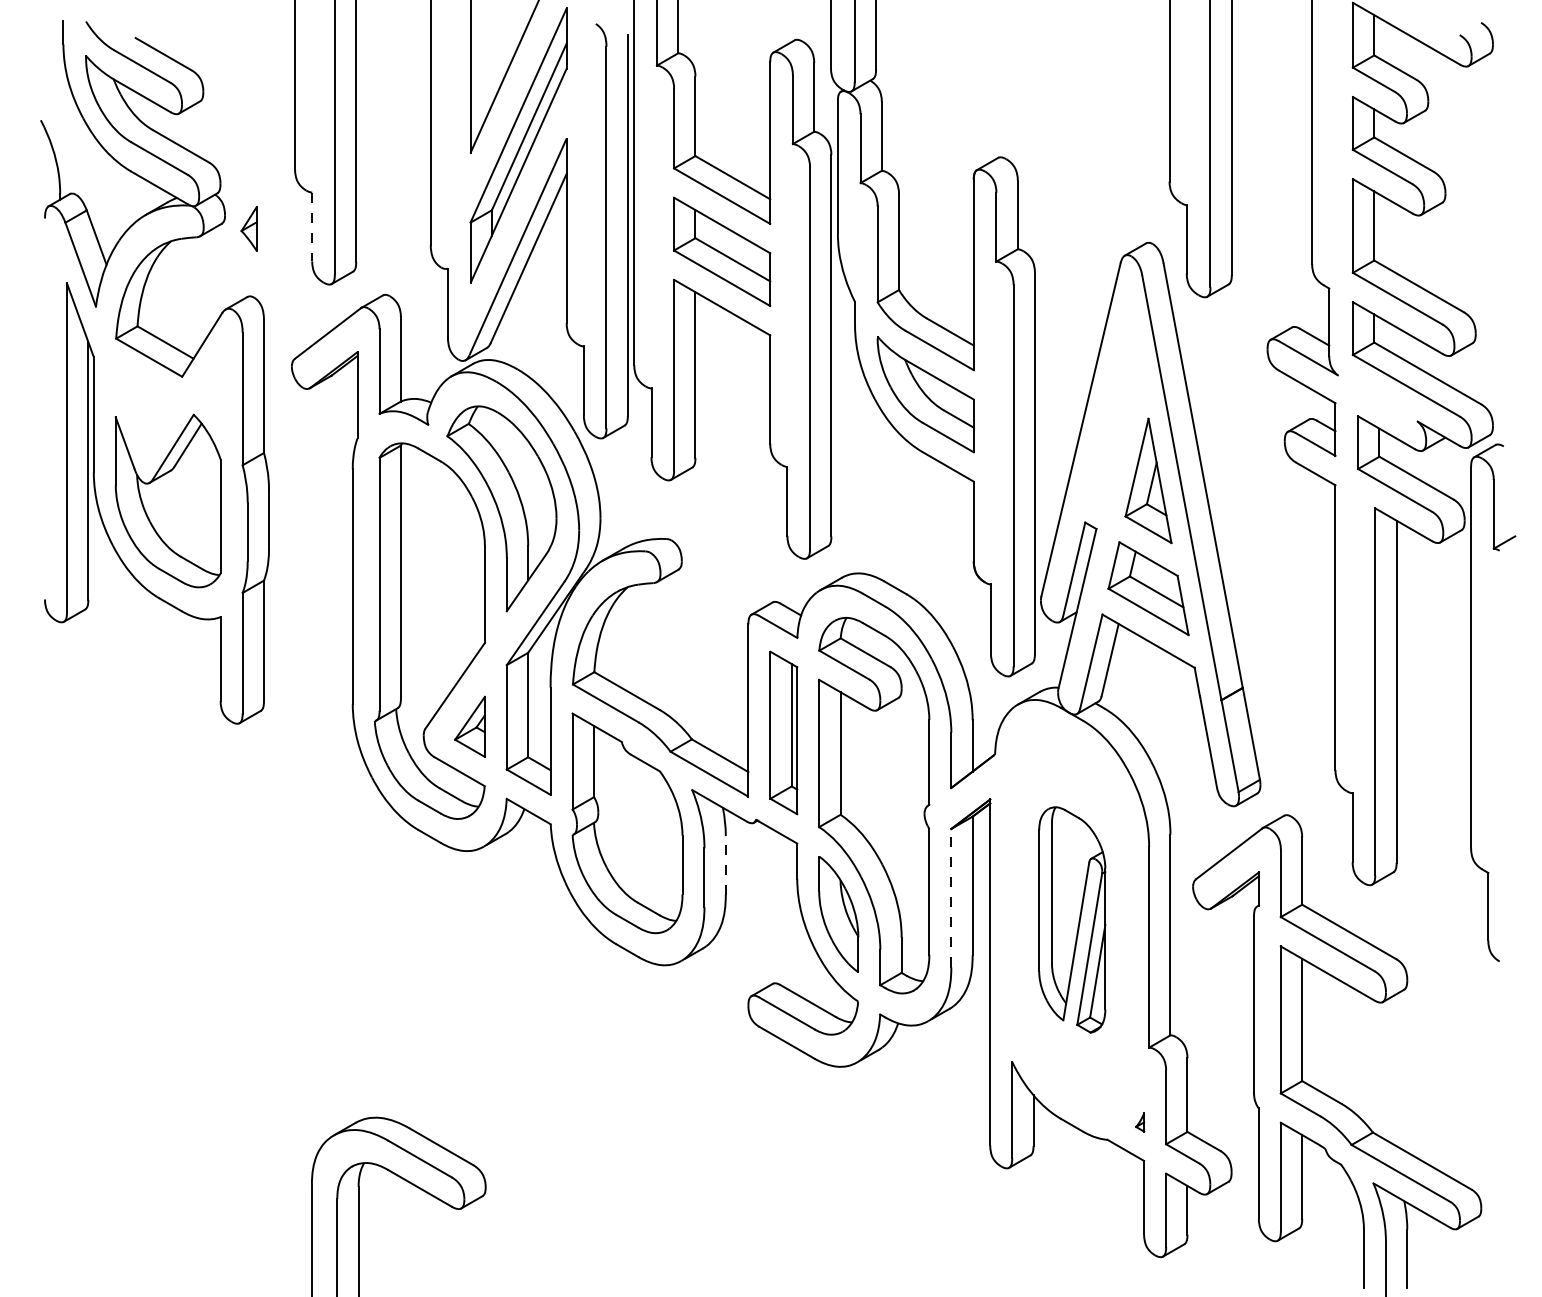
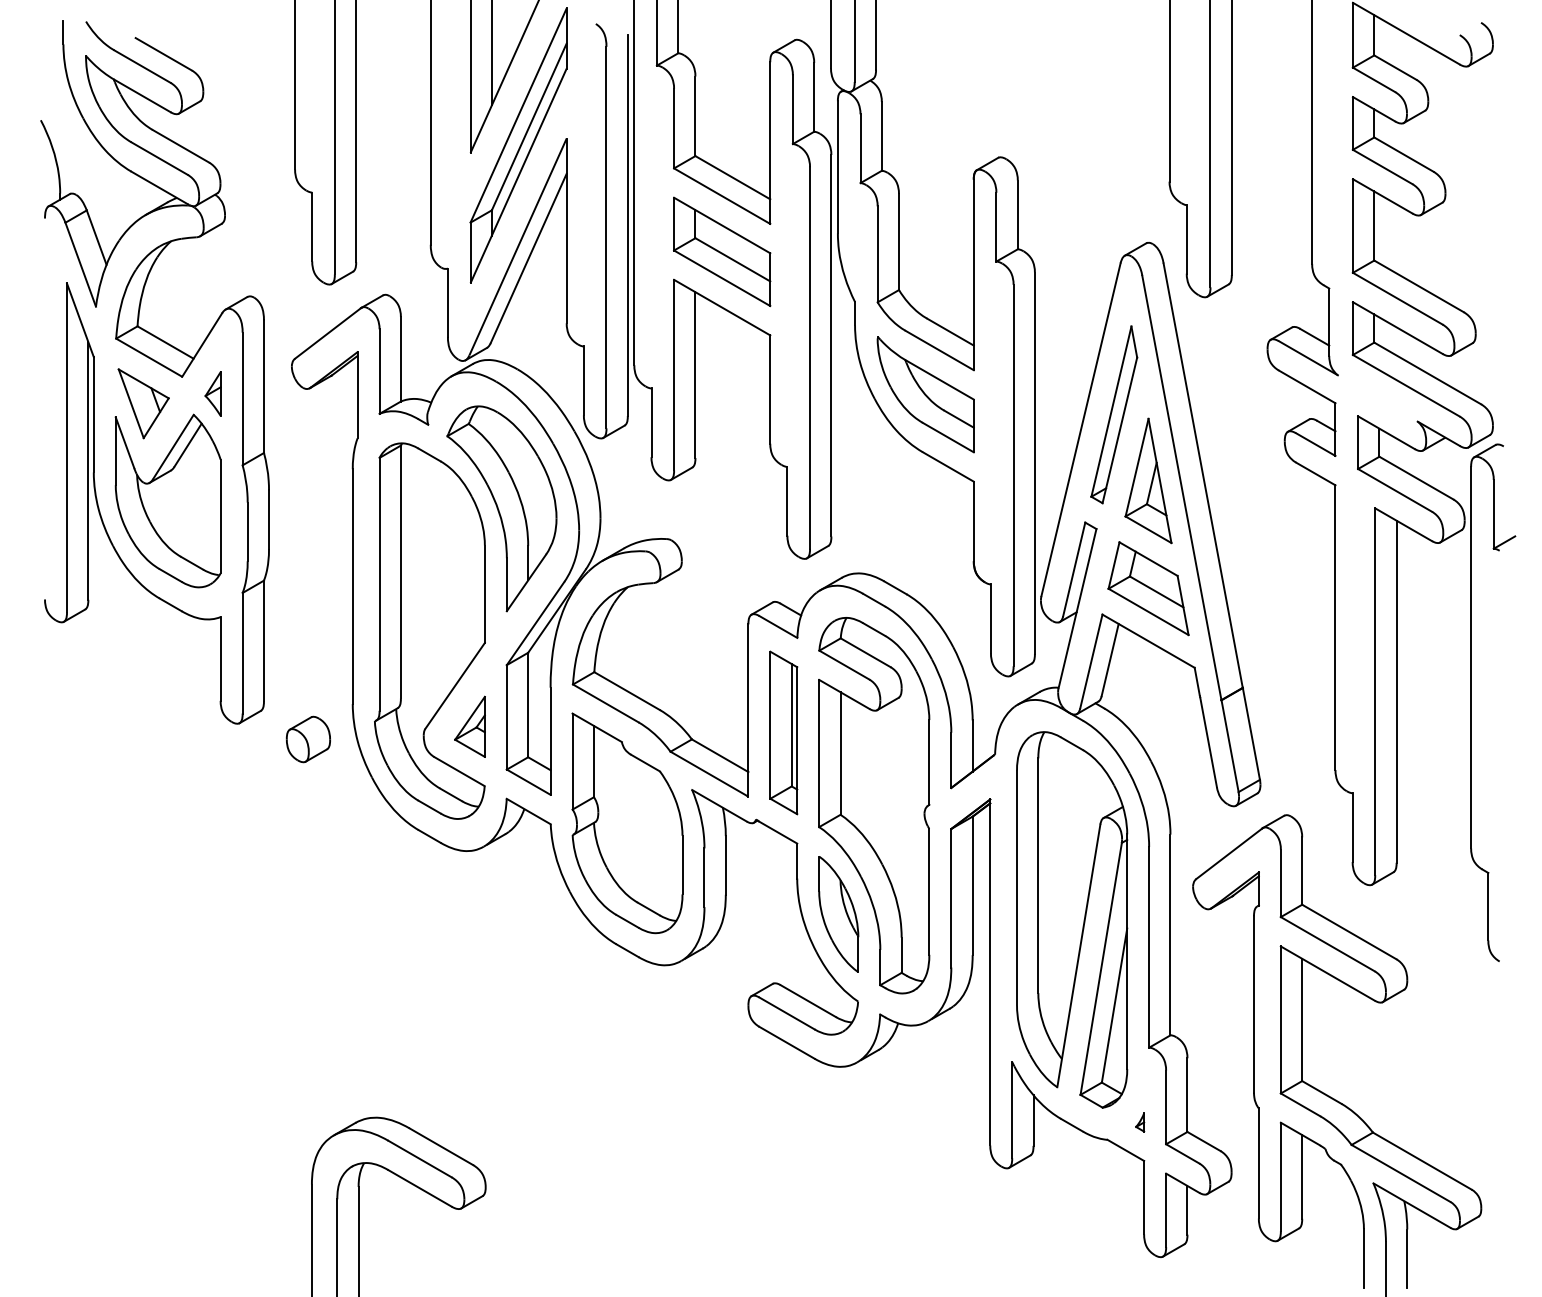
line at (491, 53): none -> present
line at (312, 227): dashed -> solid
part at (248, 228) position: (248, 228) -> (212, 393)
part at (143, 403): none -> present
part at (1114, 414): none -> present
part at (307, 739): none -> present
line at (725, 864): dashed -> solid
line at (951, 897): dashed -> solid
part at (1072, 919) size: 69x228 px -> 113x378 px
